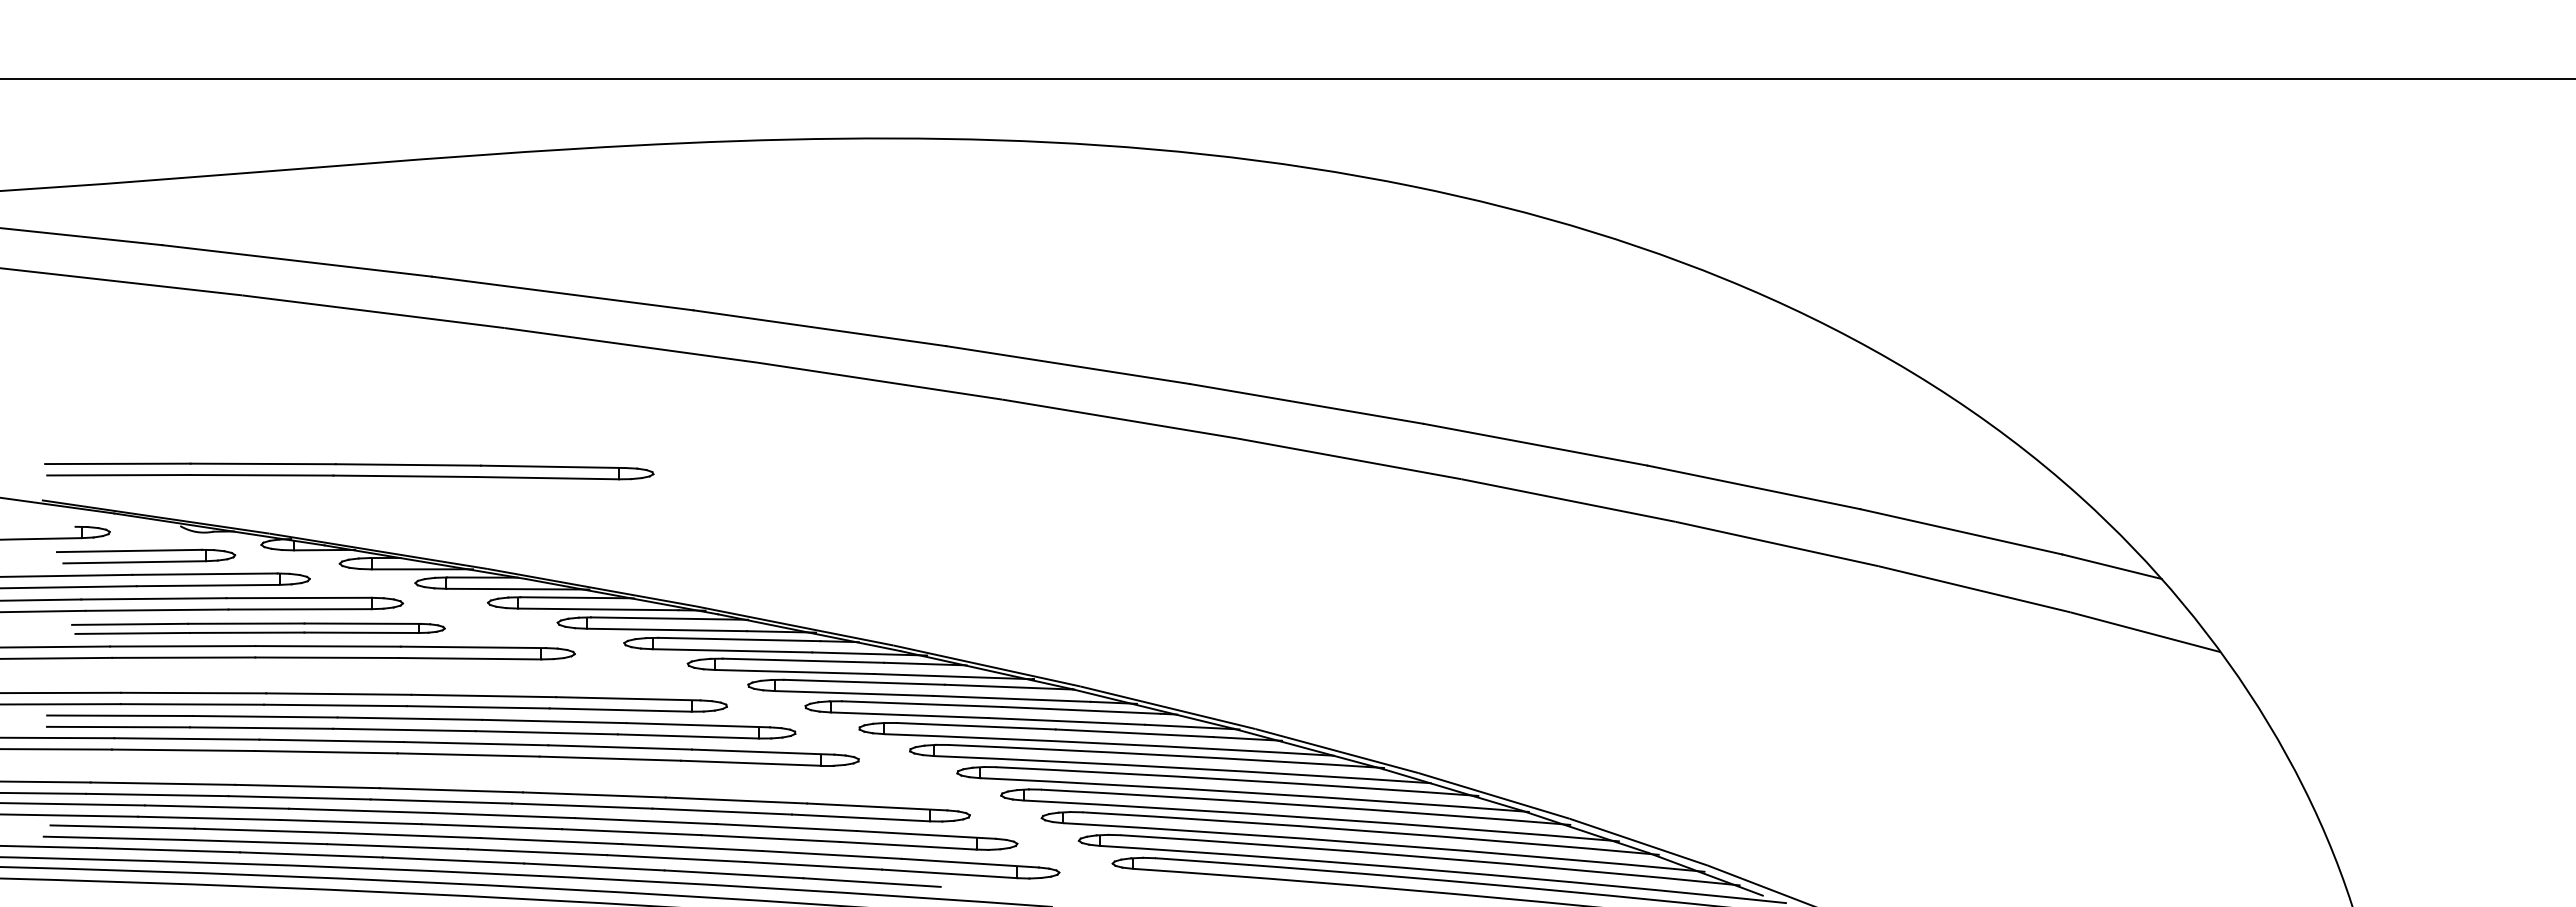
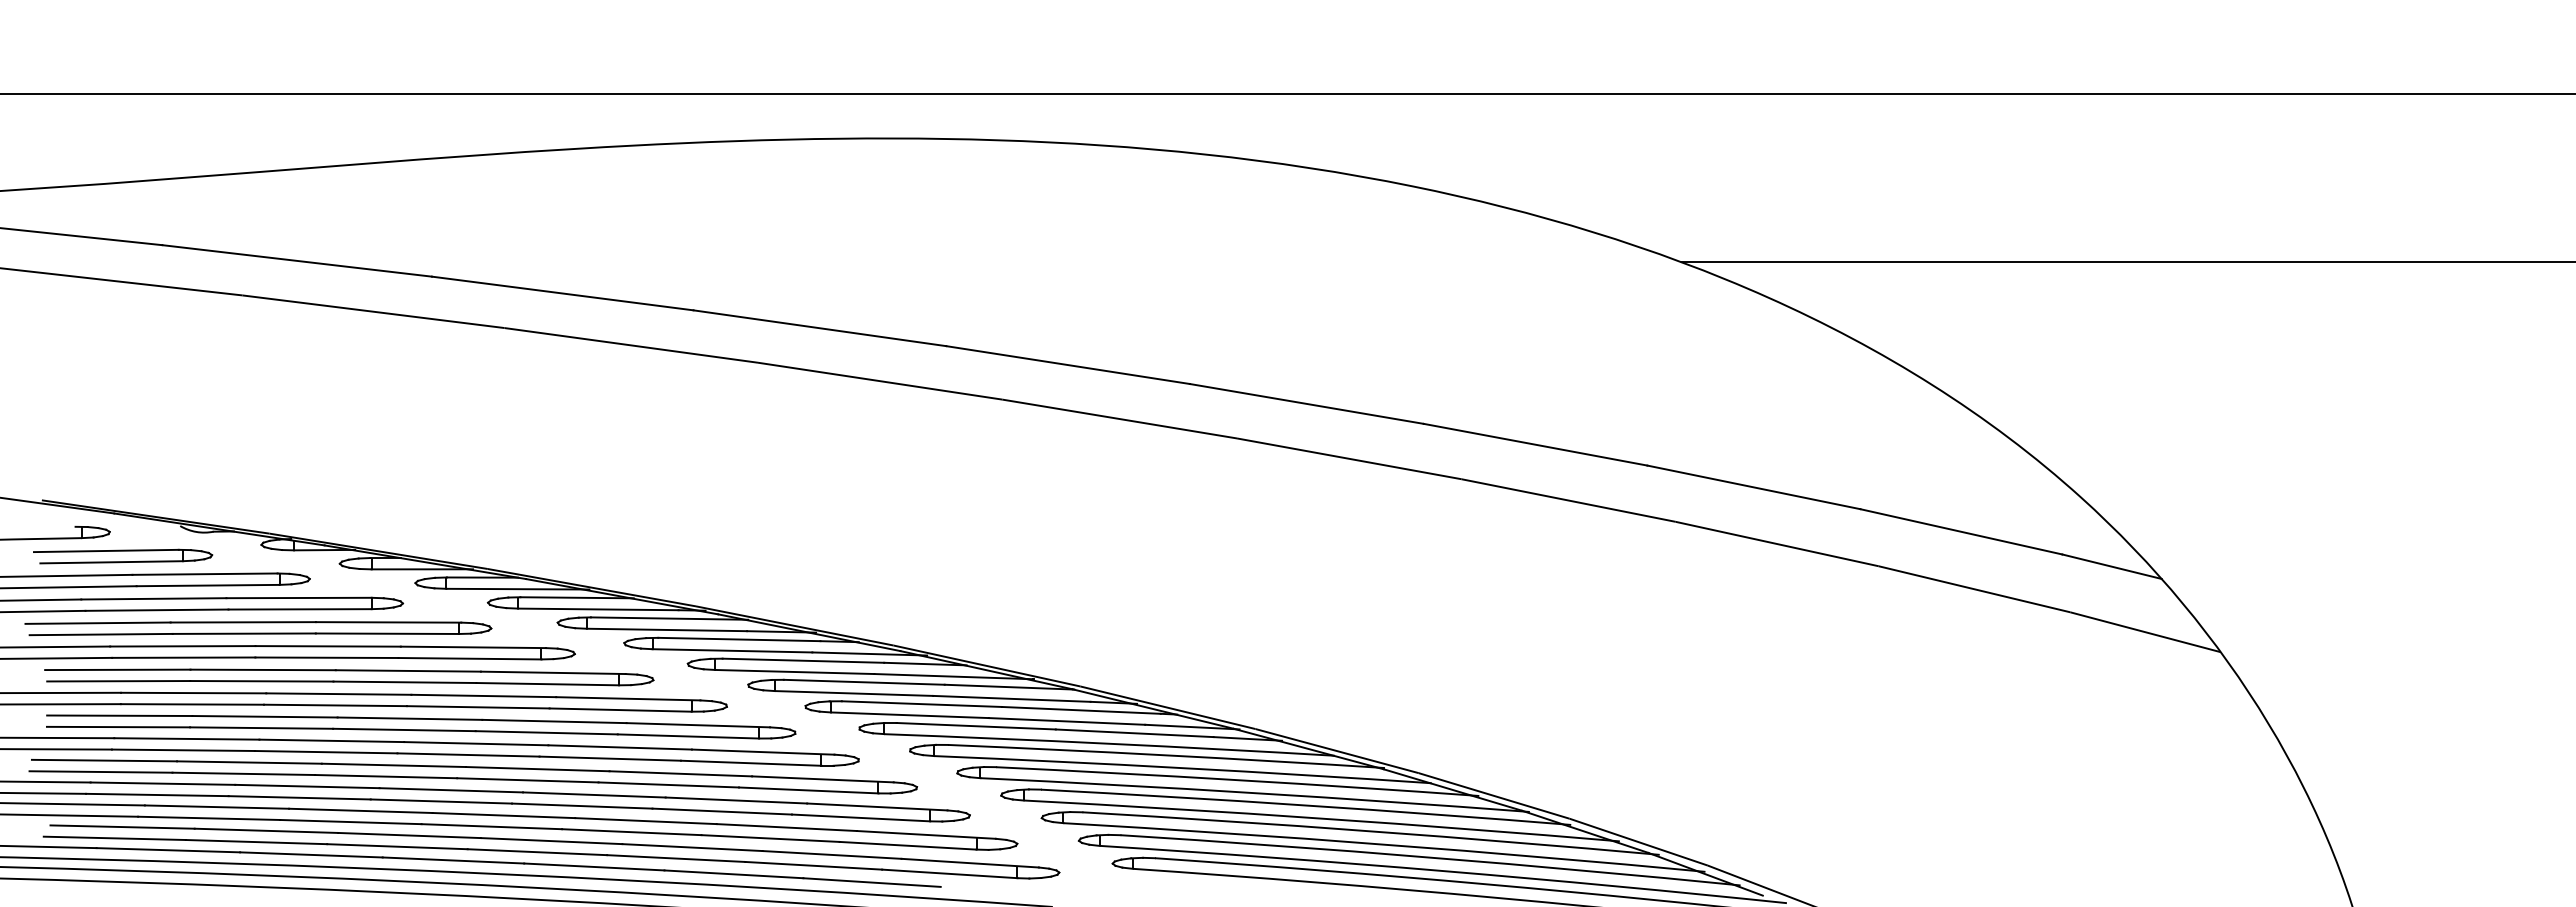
line at (1287, 78) position: (1287, 78) -> (1287, 93)
line at (2126, 262): none -> present
part at (349, 471) position: (349, 471) -> (349, 677)
part at (146, 556) position: (146, 556) -> (123, 556)
part at (258, 628) size: 375x13 px -> 469x16 px
part at (473, 776): none -> present
